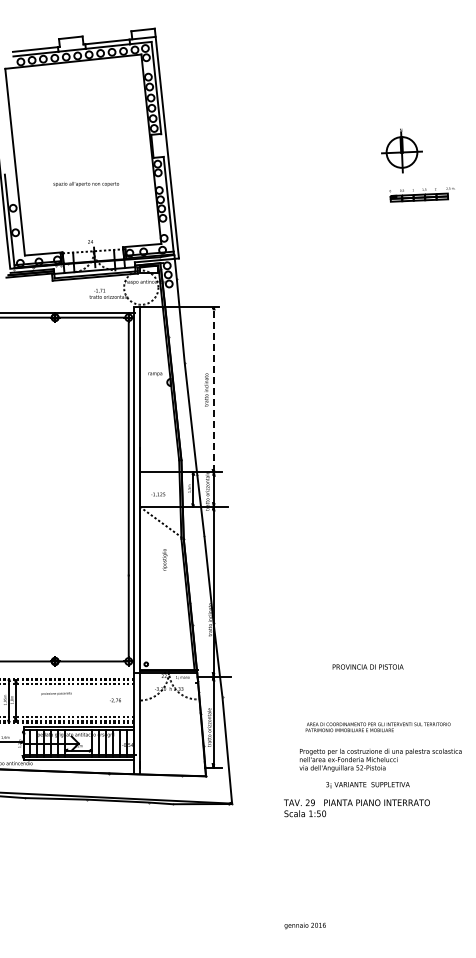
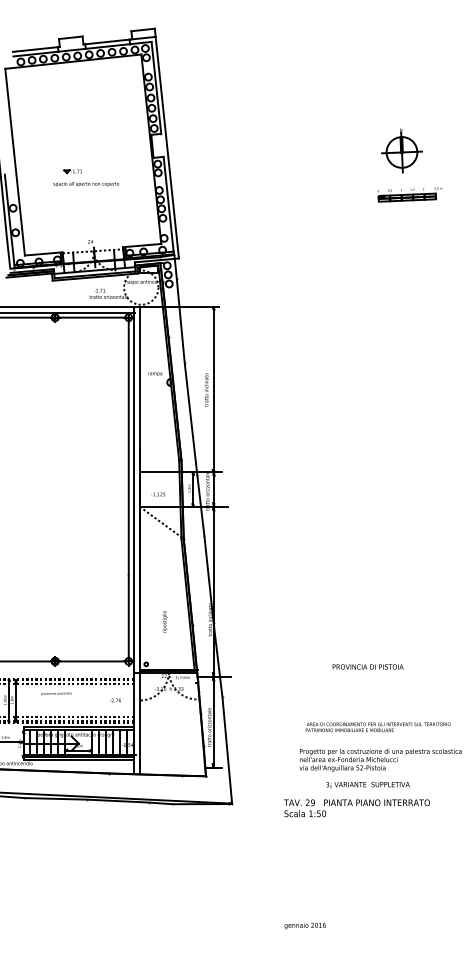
part at (72, 171): none -> present
part at (421, 194) position: (421, 194) -> (409, 194)
line at (68, 306): none -> present
line at (213, 389): dashed -> solid
text at (164, 559) position: (164, 559) -> (164, 621)
